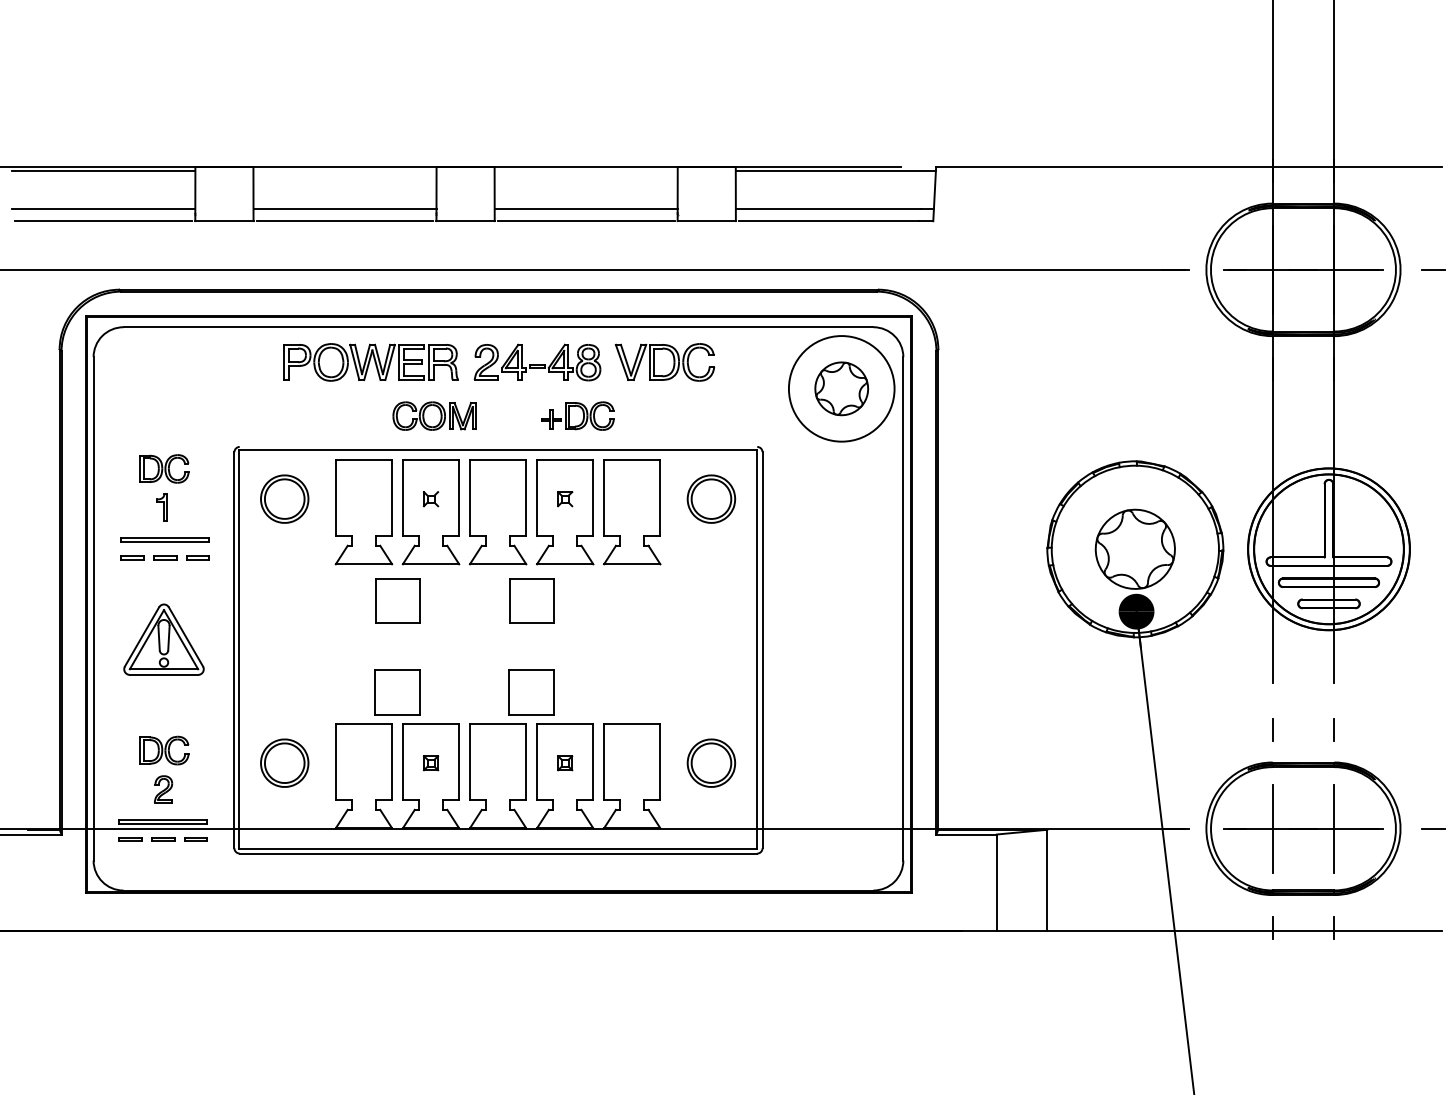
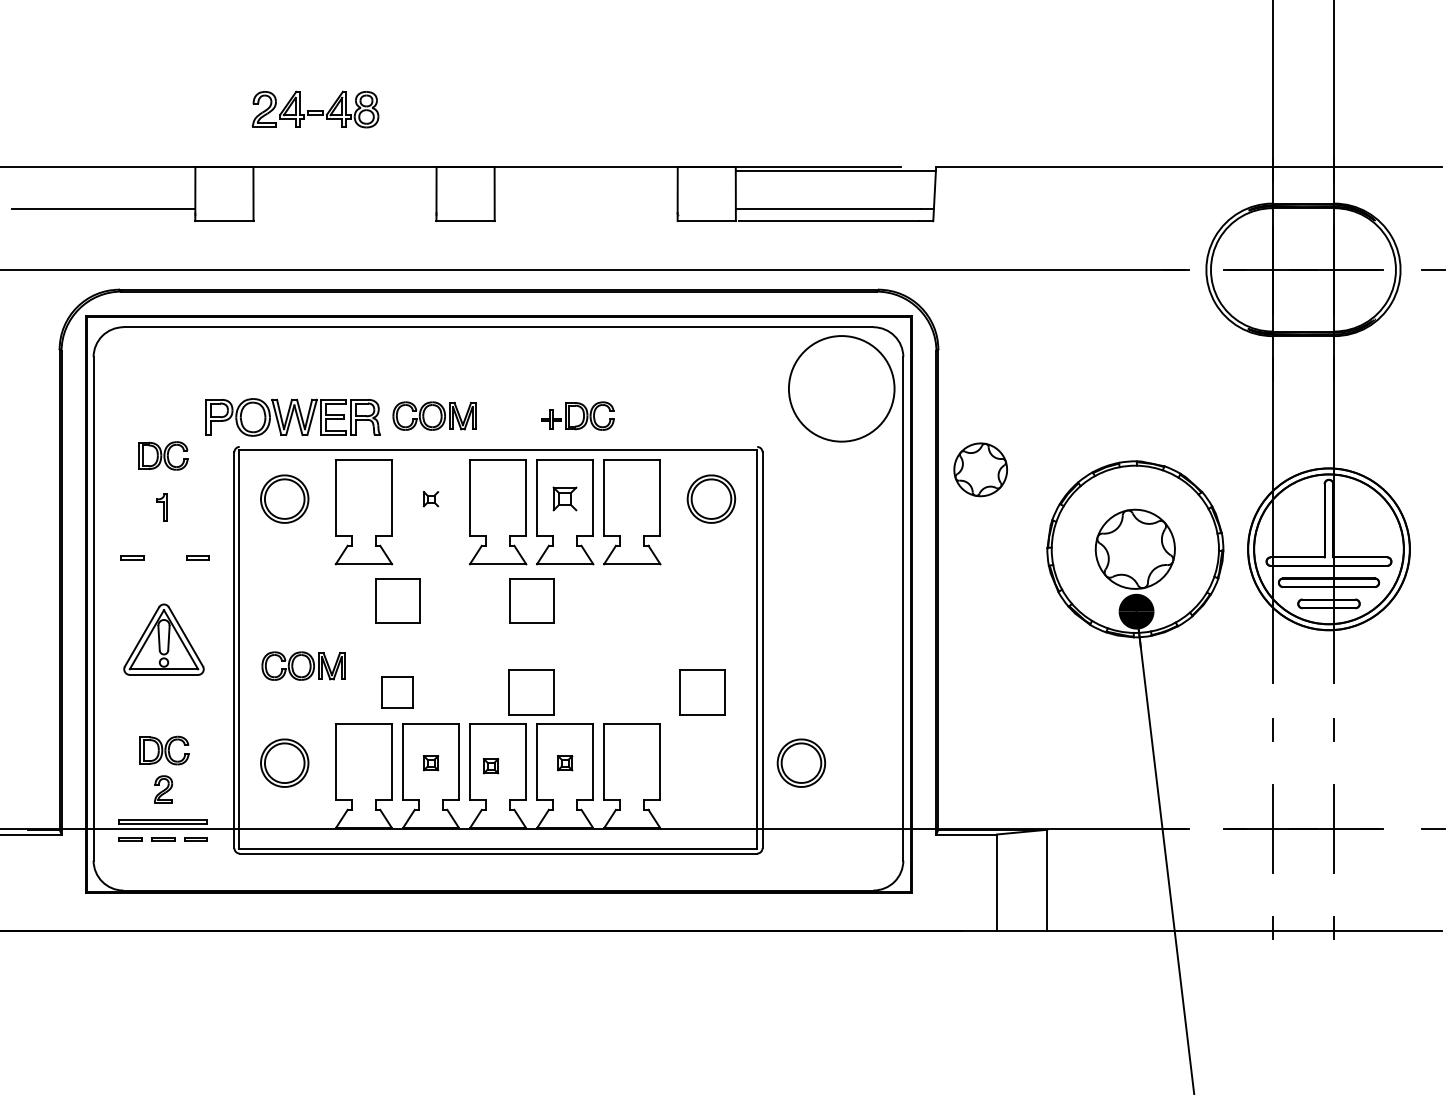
line at (103, 170): present -> none
line at (344, 208): present -> none
line at (585, 208): present -> none
line at (103, 221): present -> none
line at (344, 221): present -> none
line at (585, 221): present -> none
part at (370, 362) position: (370, 362) -> (292, 417)
part at (537, 362) position: (537, 362) -> (315, 109)
part at (664, 362): present -> none
part at (841, 388) position: (841, 388) -> (980, 469)
part at (164, 468) position: (164, 468) -> (163, 455)
part at (565, 499) size: 17x17 px -> 26x26 px
part at (430, 512): present -> none
part at (164, 539): present -> none
part at (165, 557): present -> none
part at (303, 665): none -> present
part at (397, 692) size: 47x47 px -> 33x33 px
part at (702, 692): none -> present
part at (711, 762) position: (711, 762) -> (801, 762)
part at (491, 766): none -> present
part at (1303, 828): present -> none
